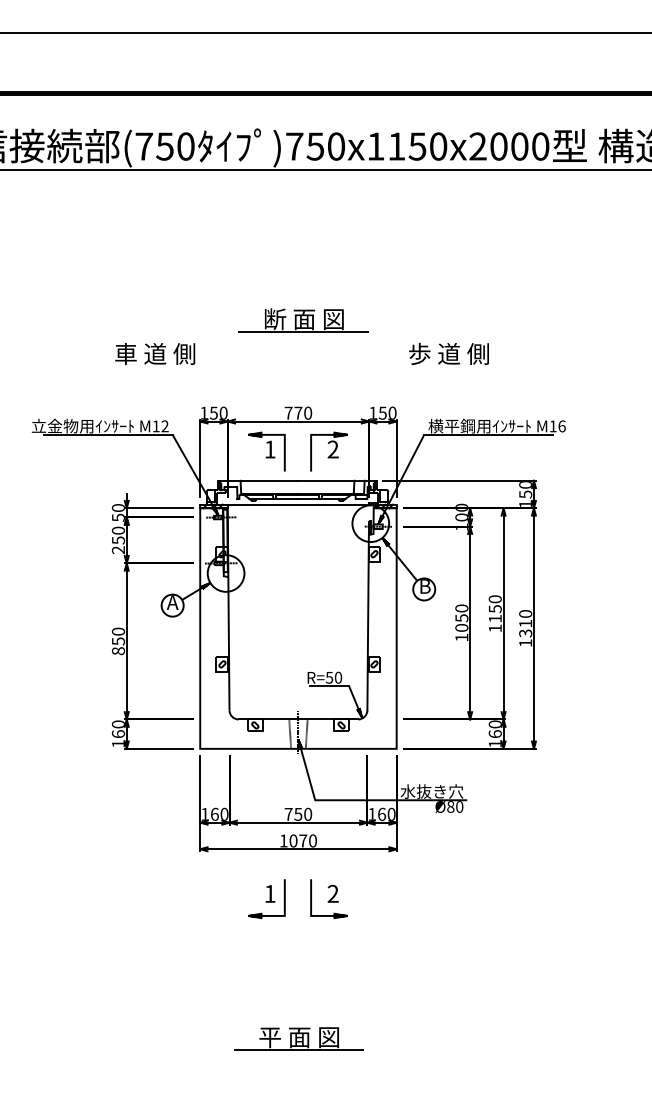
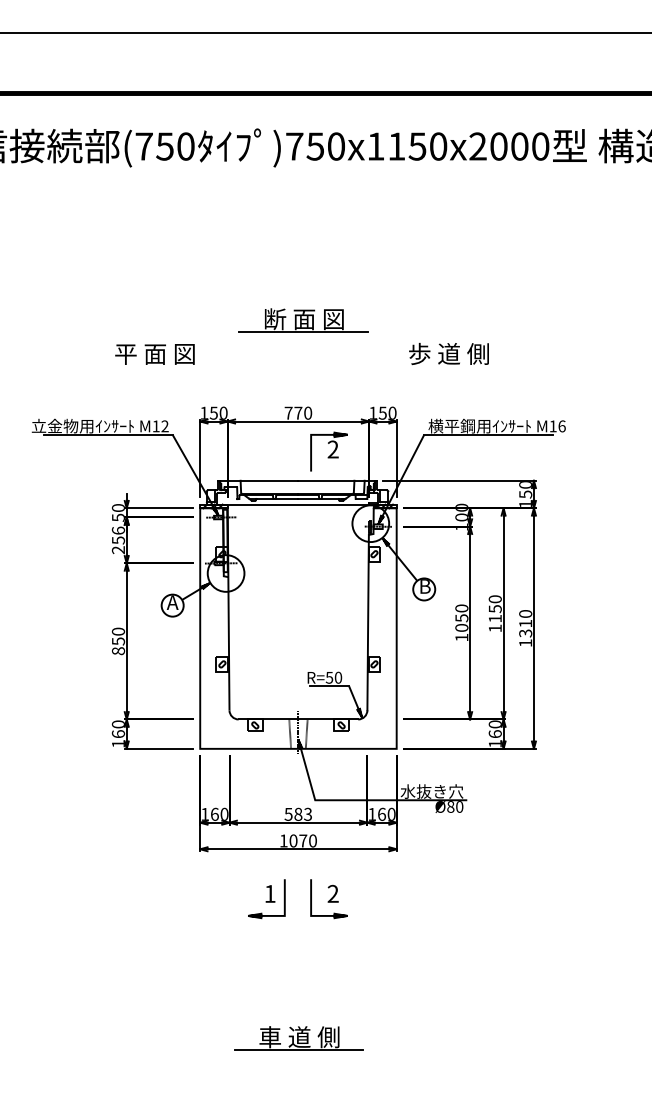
line at (325, 169): present -> none
text at (155, 353): 車 道 側 -> 平 面 図
part at (266, 451): present -> none
text at (117, 530): 250 -> 256
text at (298, 813): 750 -> 583
text at (299, 1037): 平 面 図 -> 車 道 側
